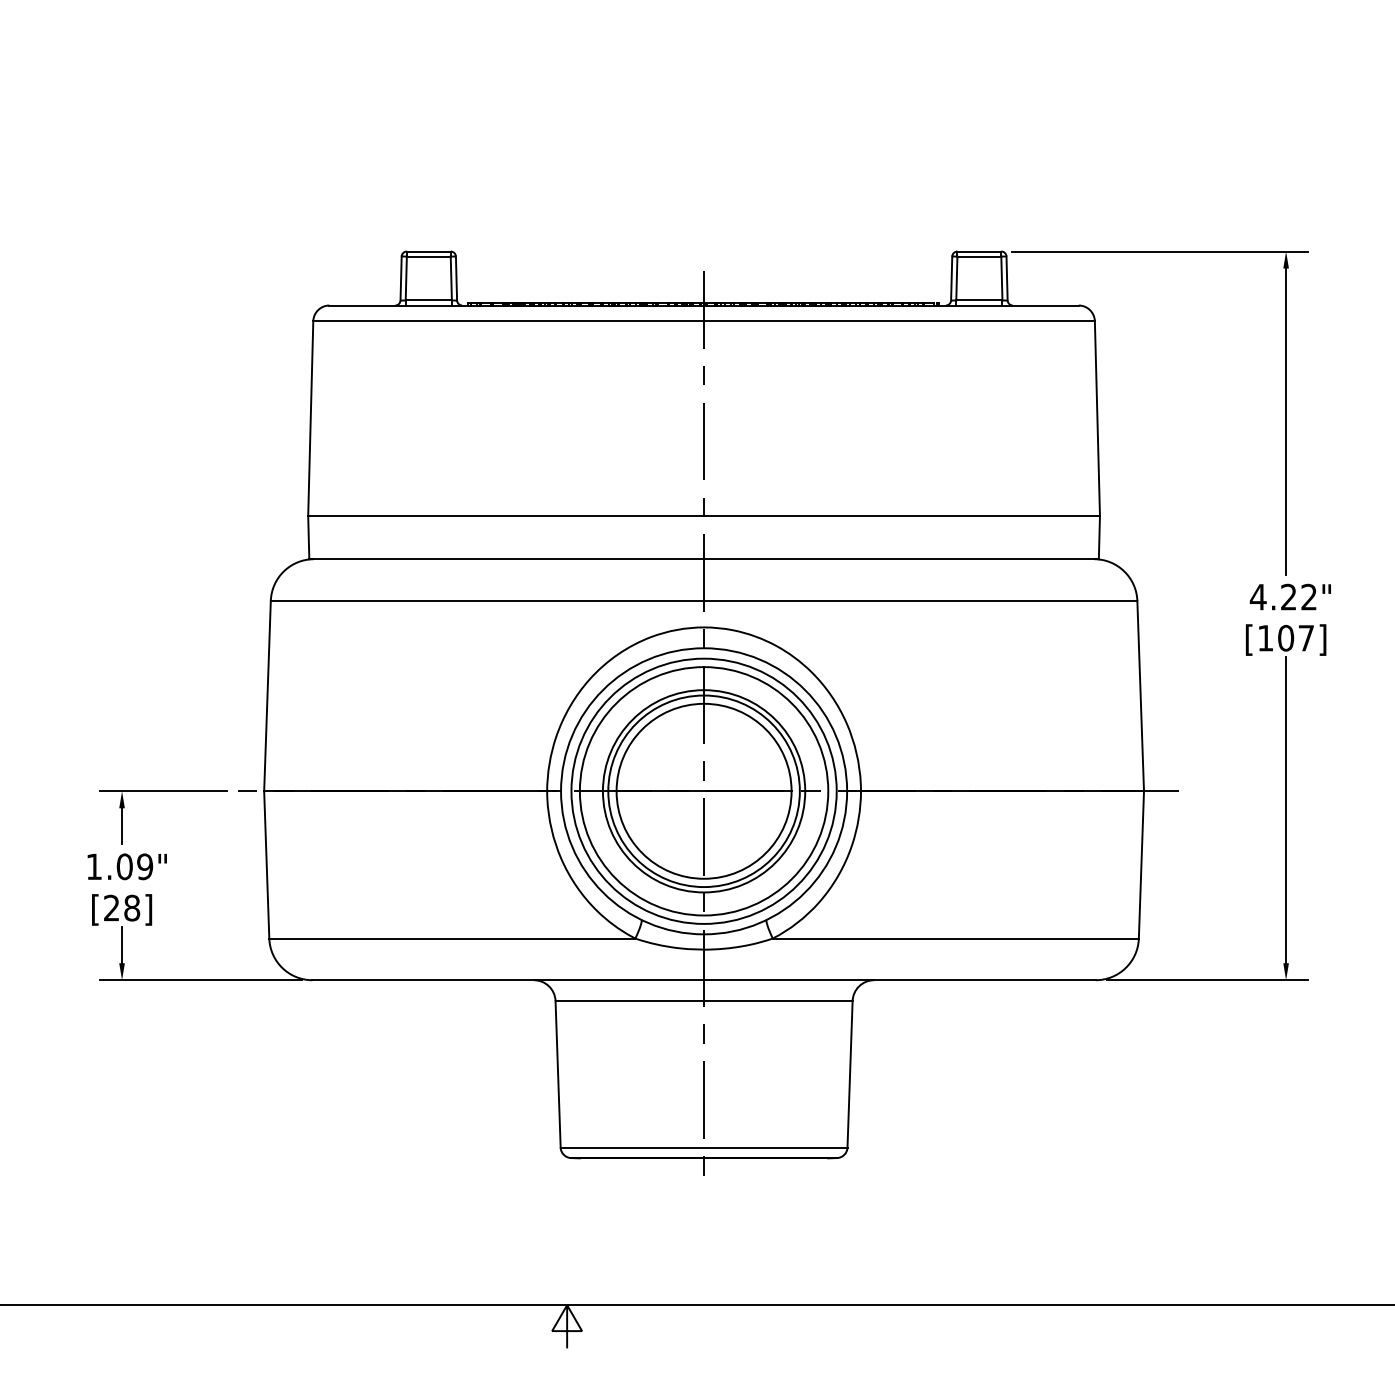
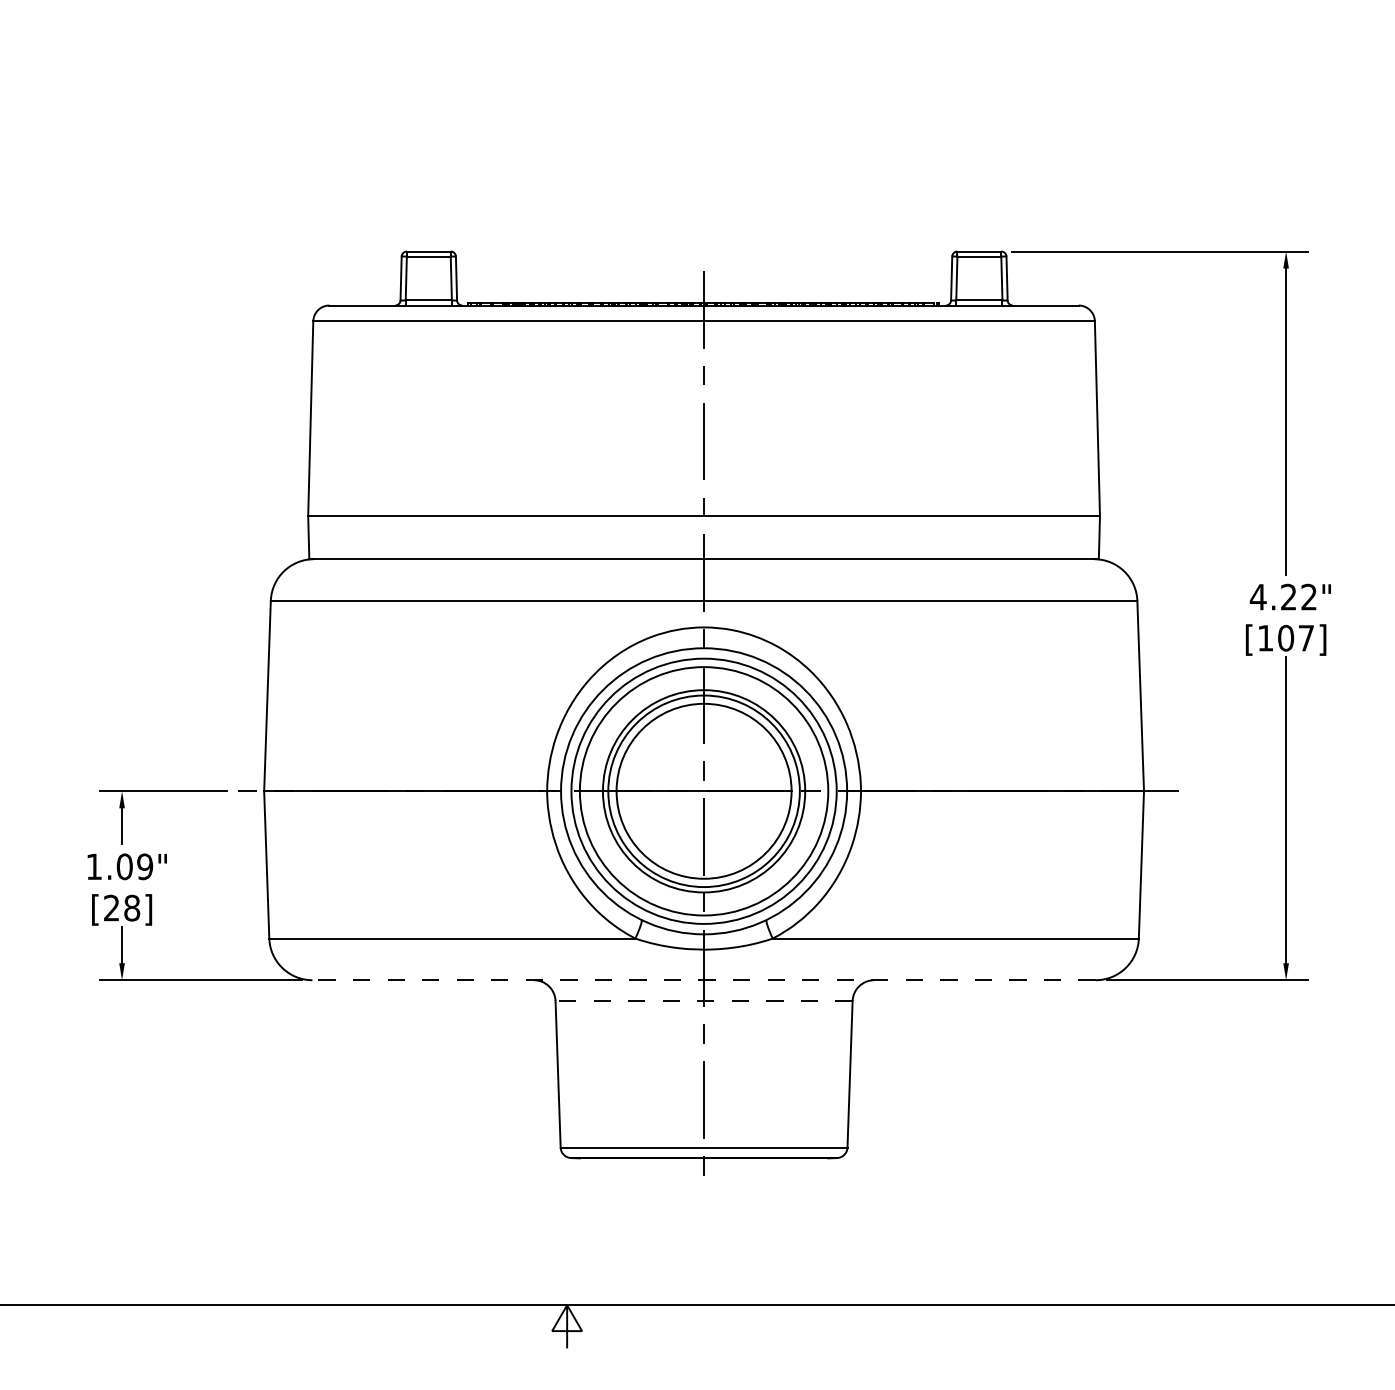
line at (704, 980): solid -> dashed
line at (704, 1001): solid -> dashed
